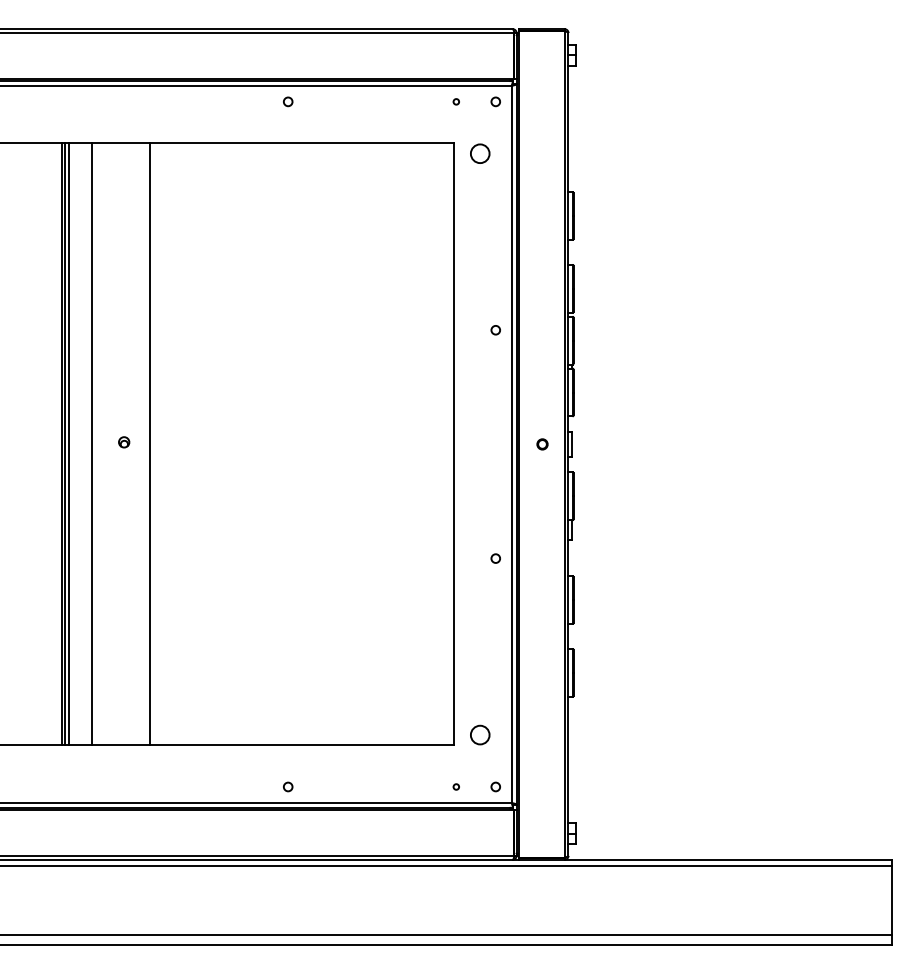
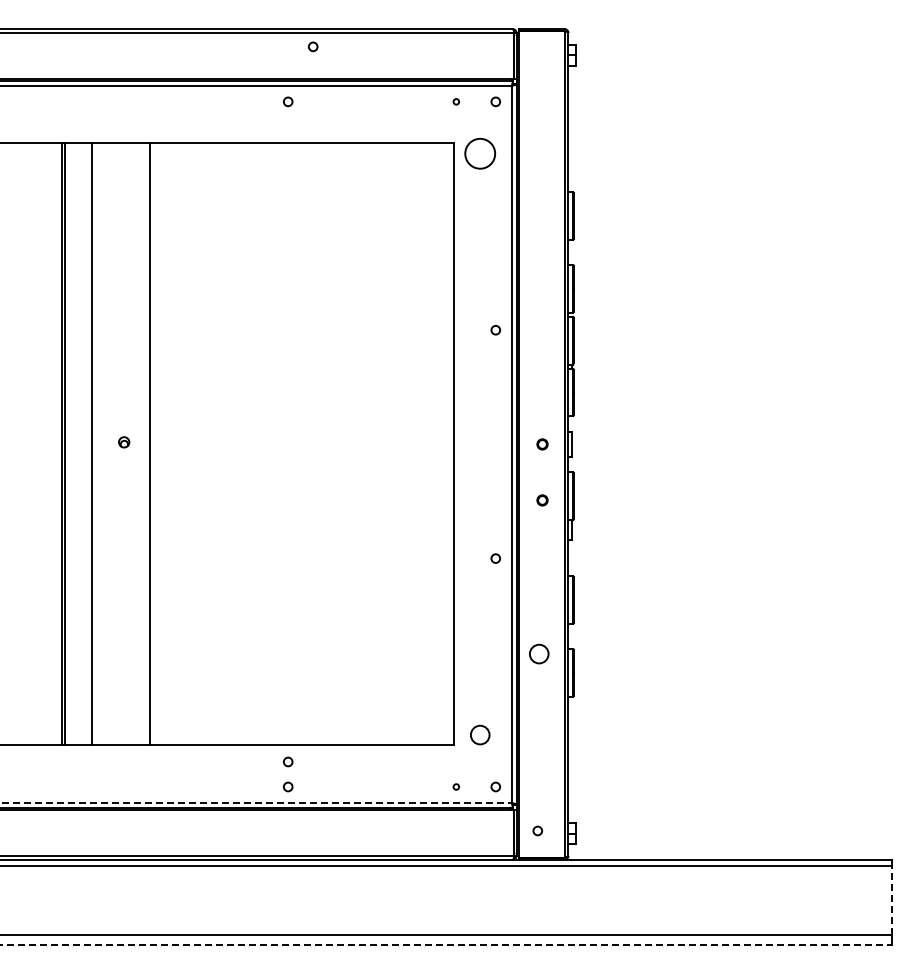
circle at (313, 46): none -> present
circle at (479, 153) diameter: 19 px -> 30 px
line at (68, 444): present -> none
circle at (542, 500): none -> present
circle at (539, 653): none -> present
circle at (288, 761): none -> present
line at (255, 803): solid -> dashed
circle at (537, 830): none -> present
line at (892, 900): solid -> dashed
line at (446, 944): solid -> dashed
